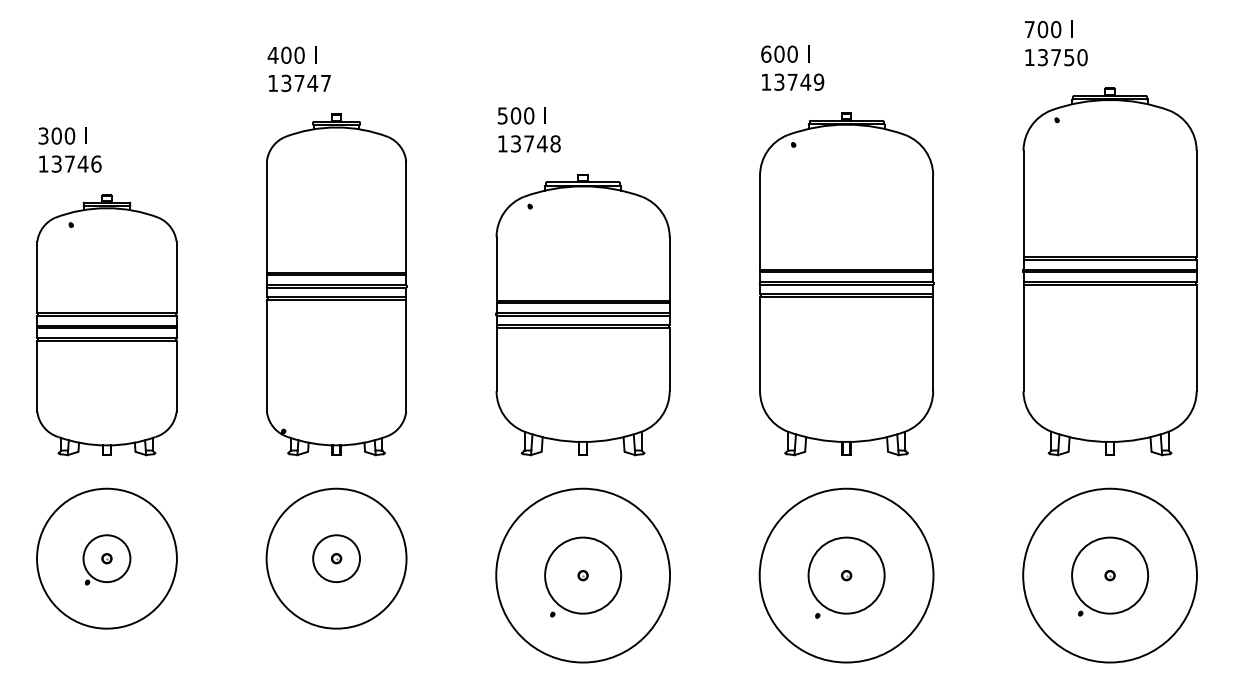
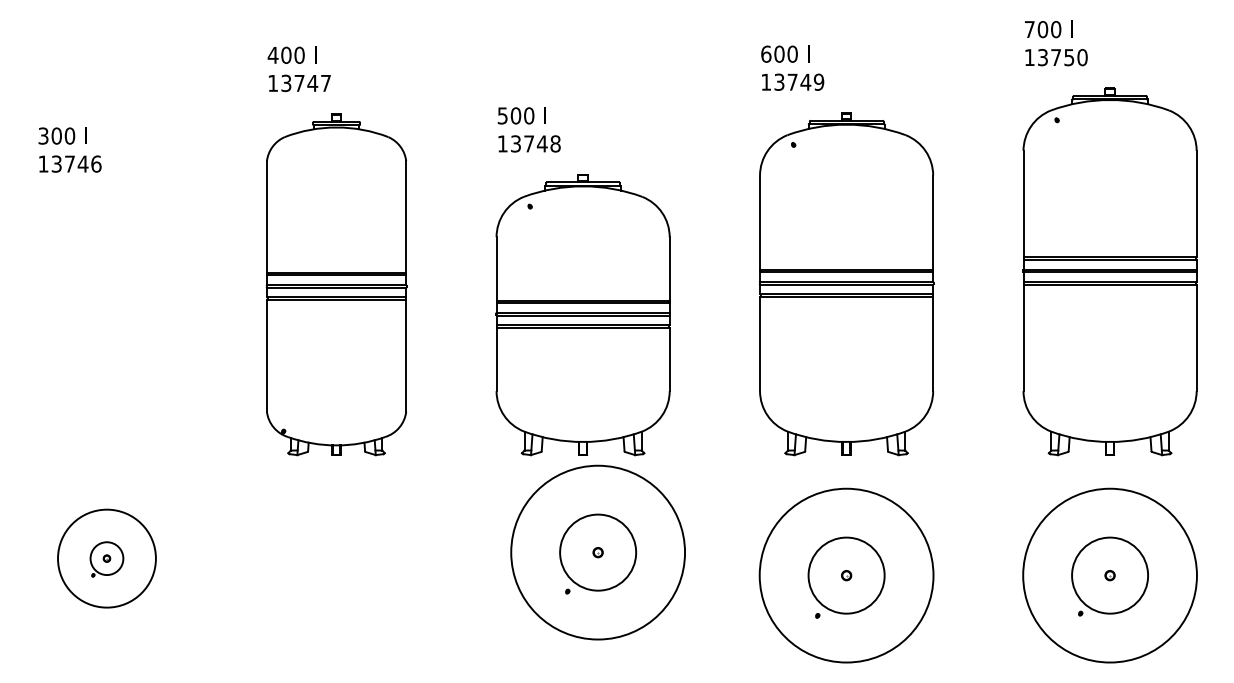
part at (106, 325): present -> none
part at (106, 558) size: 142x143 px -> 100x101 px
part at (336, 558): present -> none
part at (582, 575) position: (582, 575) -> (597, 552)
